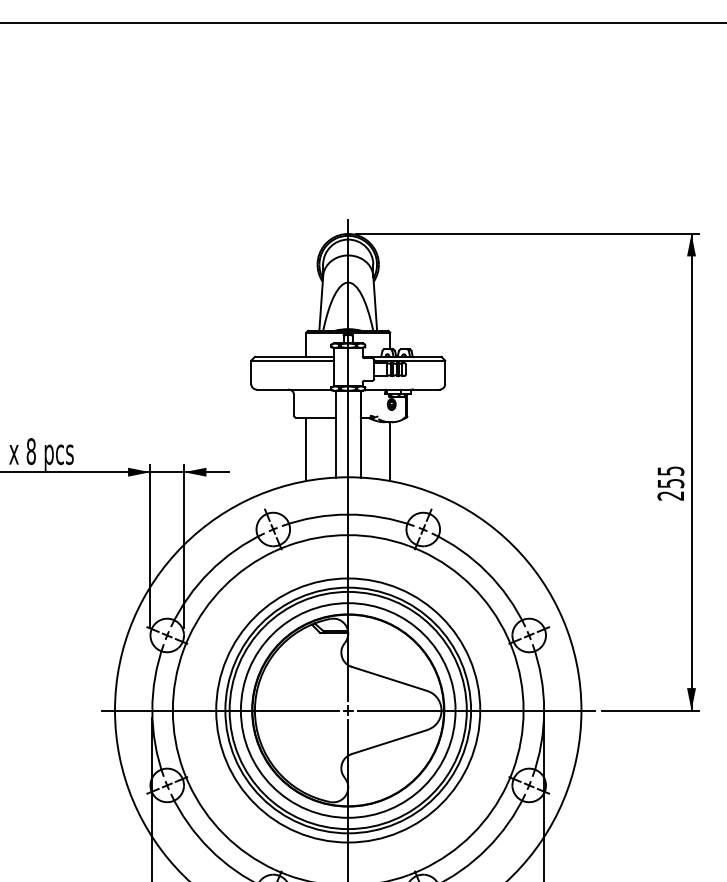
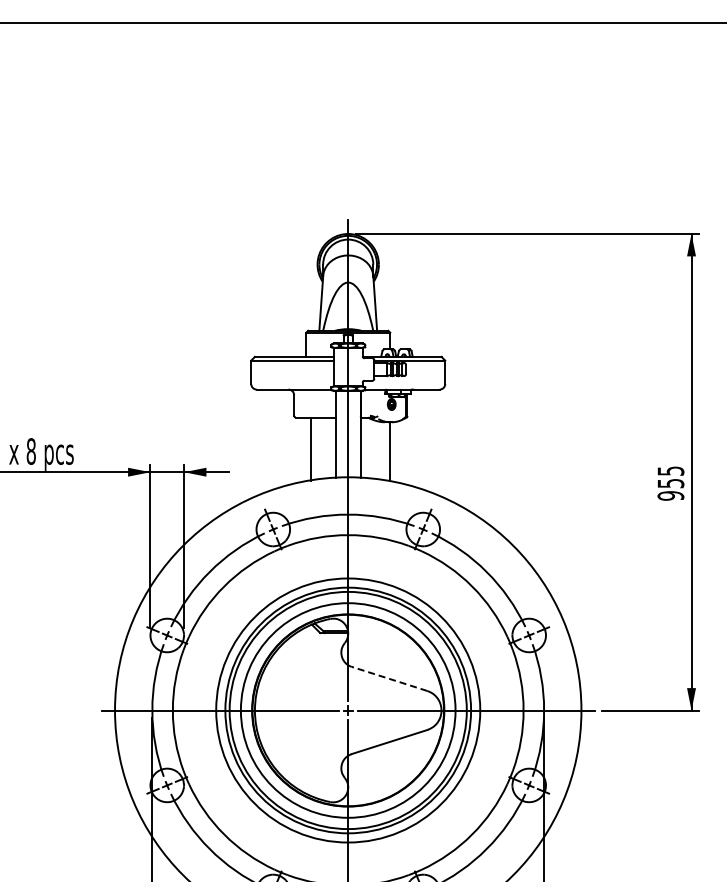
line at (306, 449) position: (306, 449) -> (311, 449)
text at (670, 495): 255 -> 955
line at (389, 678): solid -> dashed
